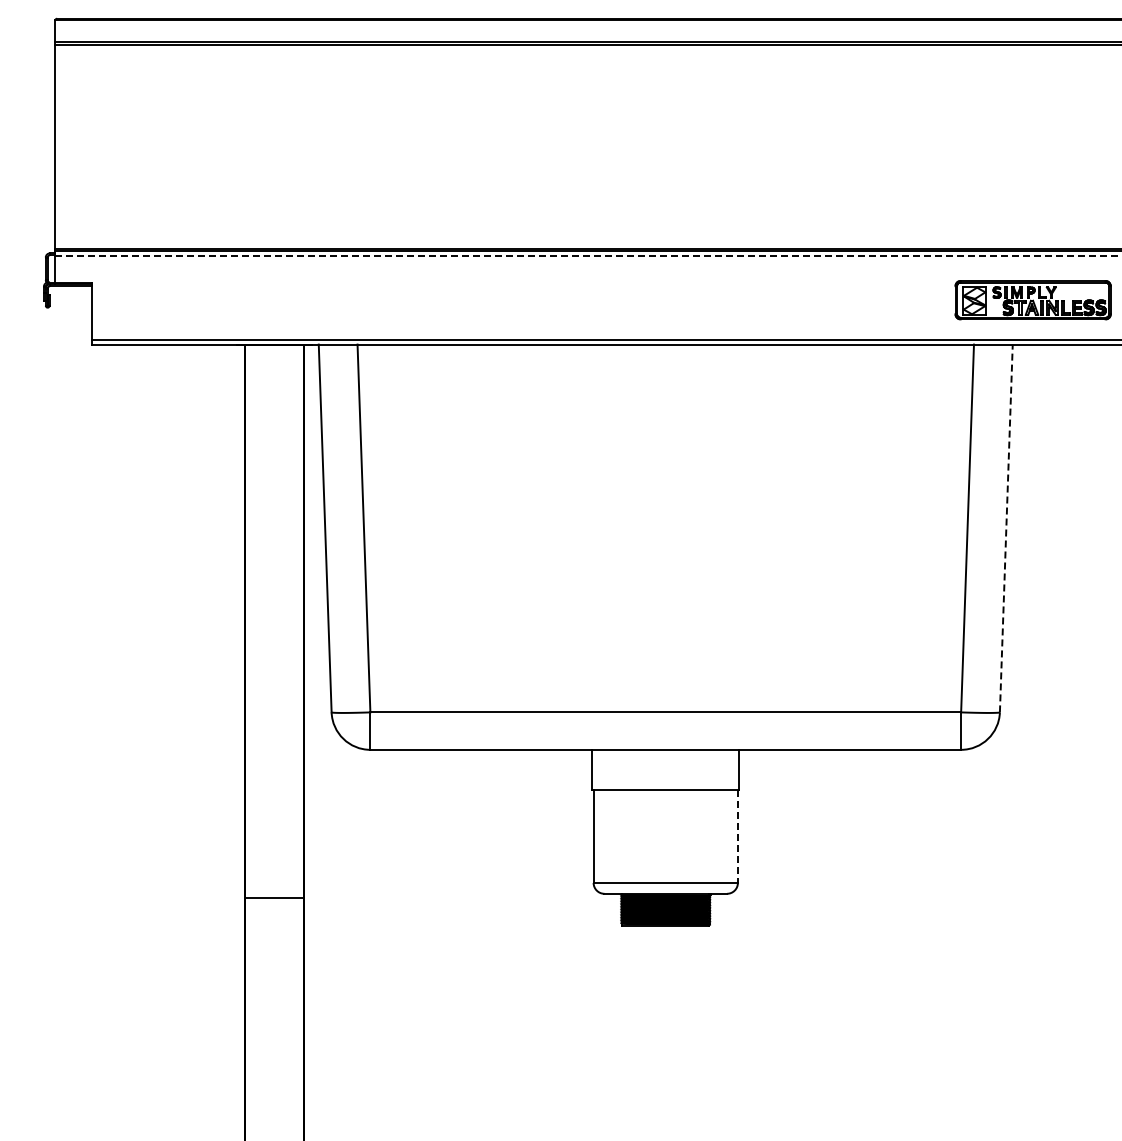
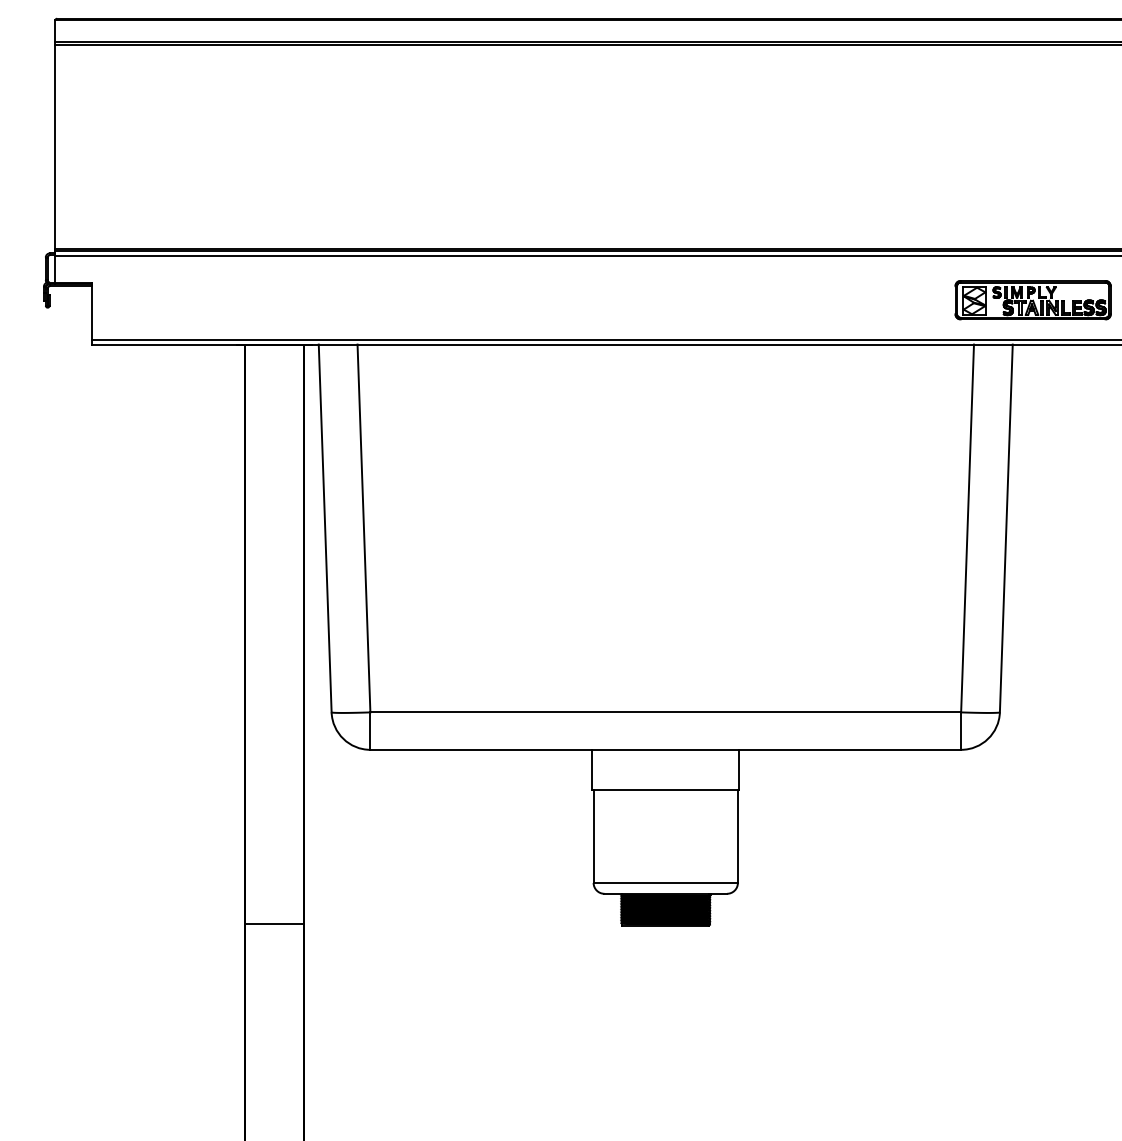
line at (588, 255): dashed -> solid
line at (1006, 527): dashed -> solid
line at (737, 836): dashed -> solid
line at (273, 898) position: (273, 898) -> (273, 924)
